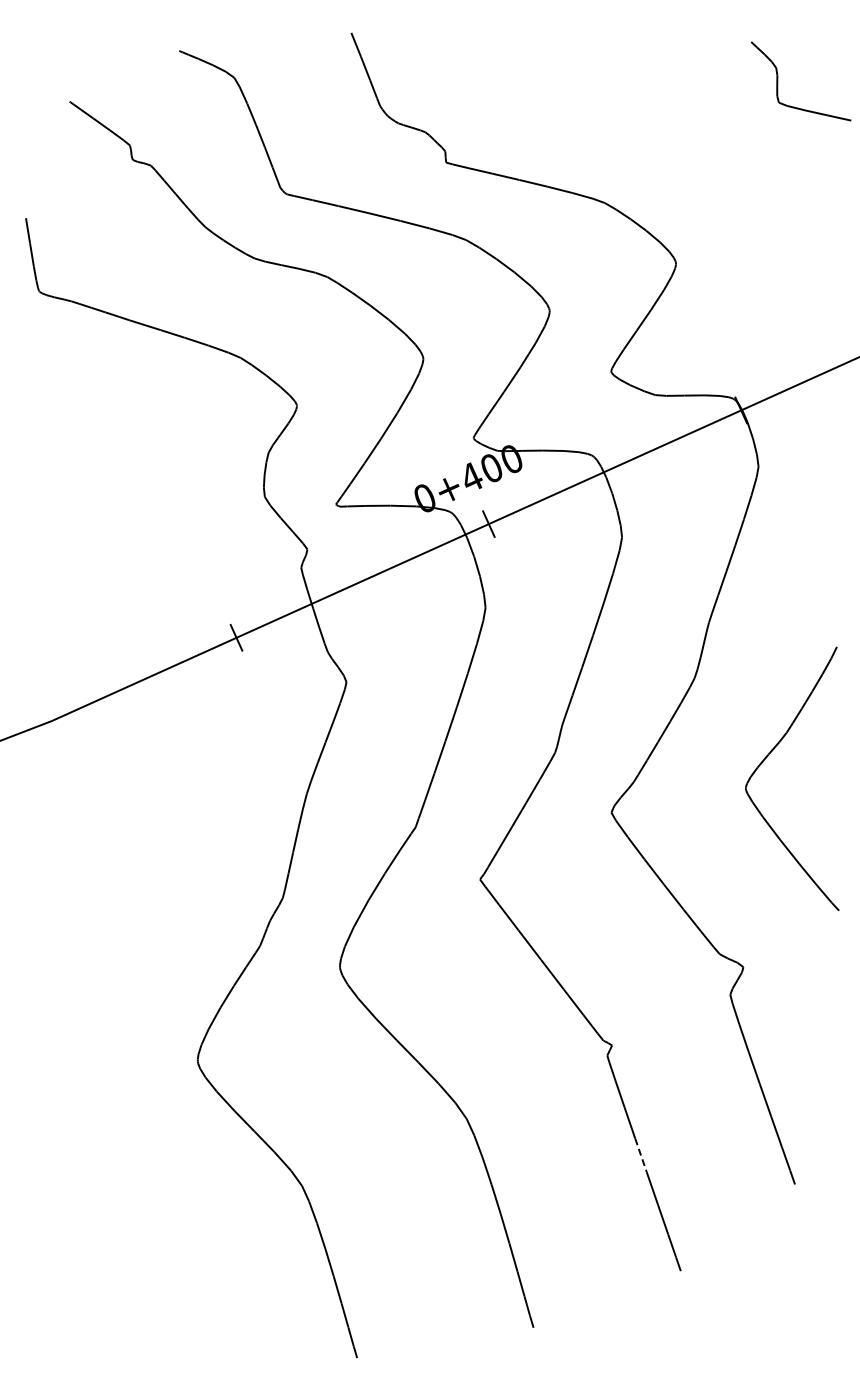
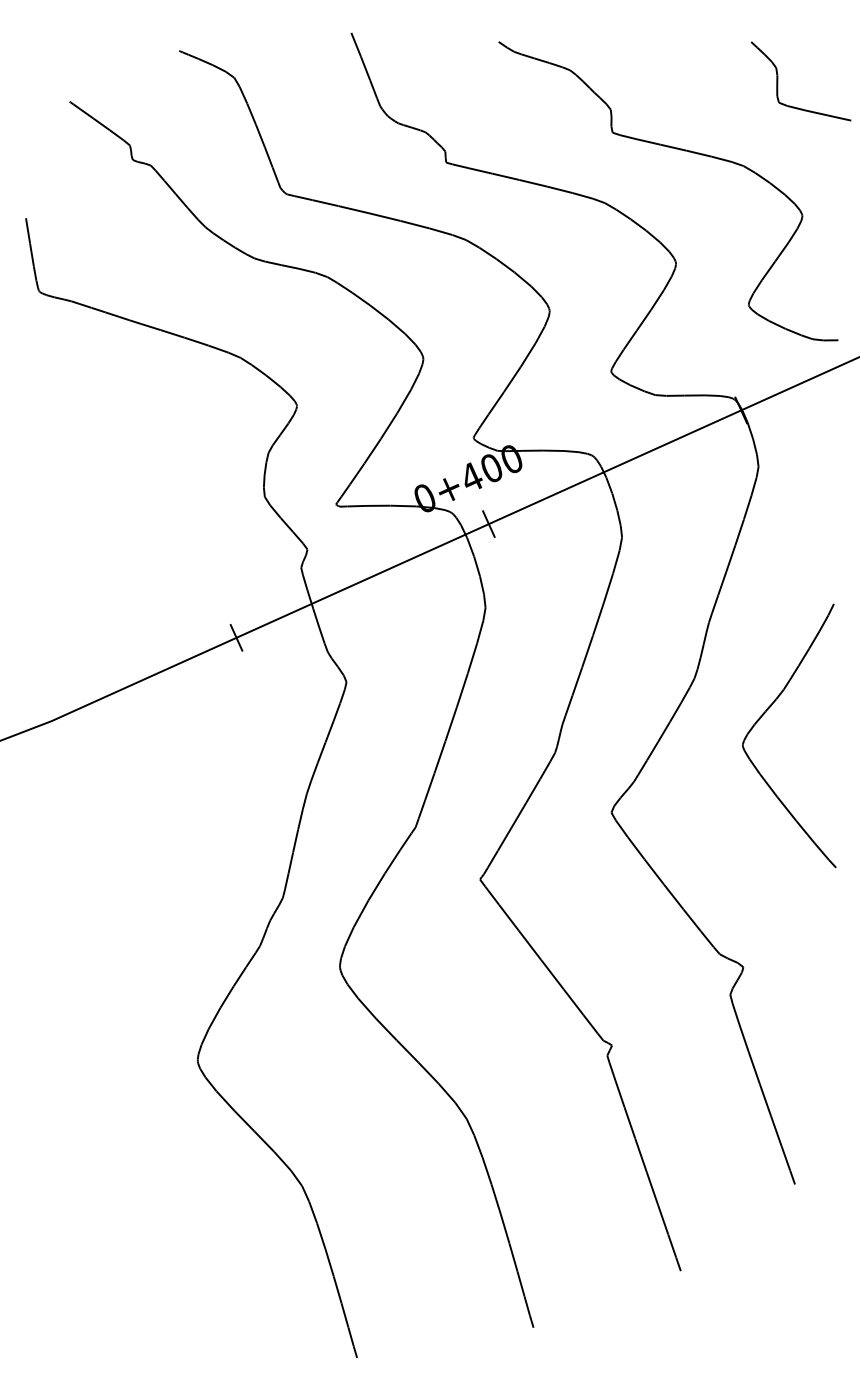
part at (675, 149): none -> present
part at (769, 755) position: (769, 755) -> (766, 712)
line at (641, 1155): dashed -> solid
